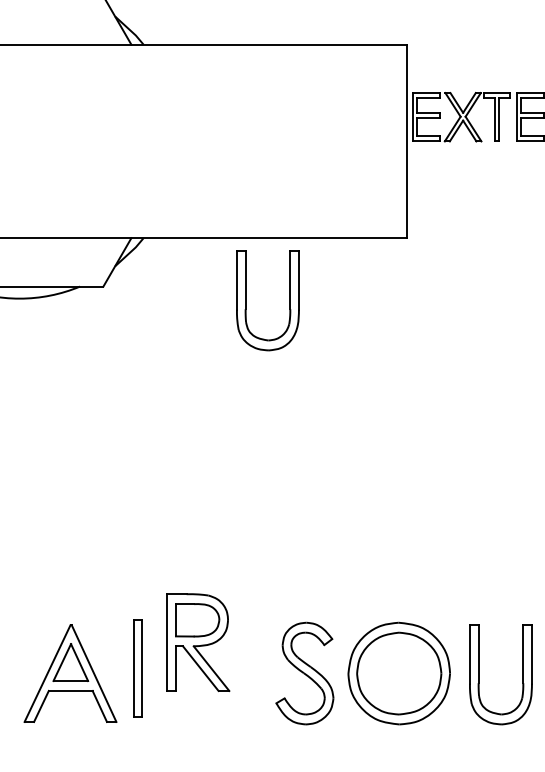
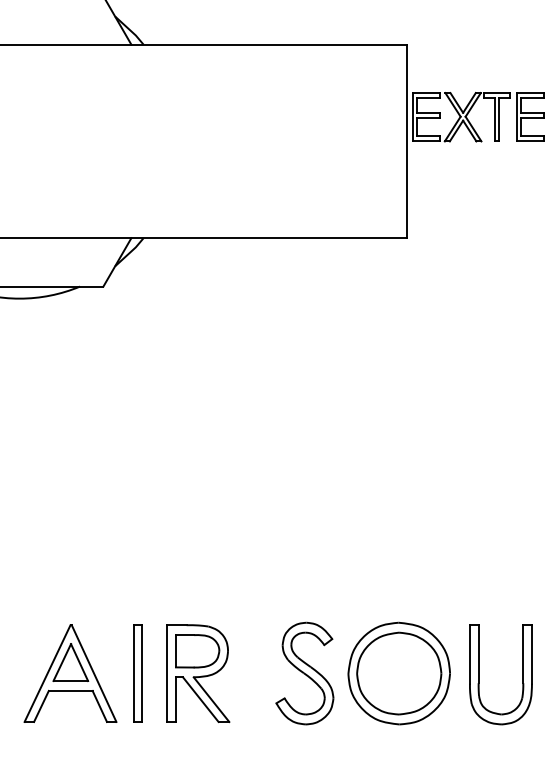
part at (246, 300): present -> none
part at (198, 642) position: (198, 642) -> (198, 673)
part at (137, 668) position: (137, 668) -> (137, 673)
